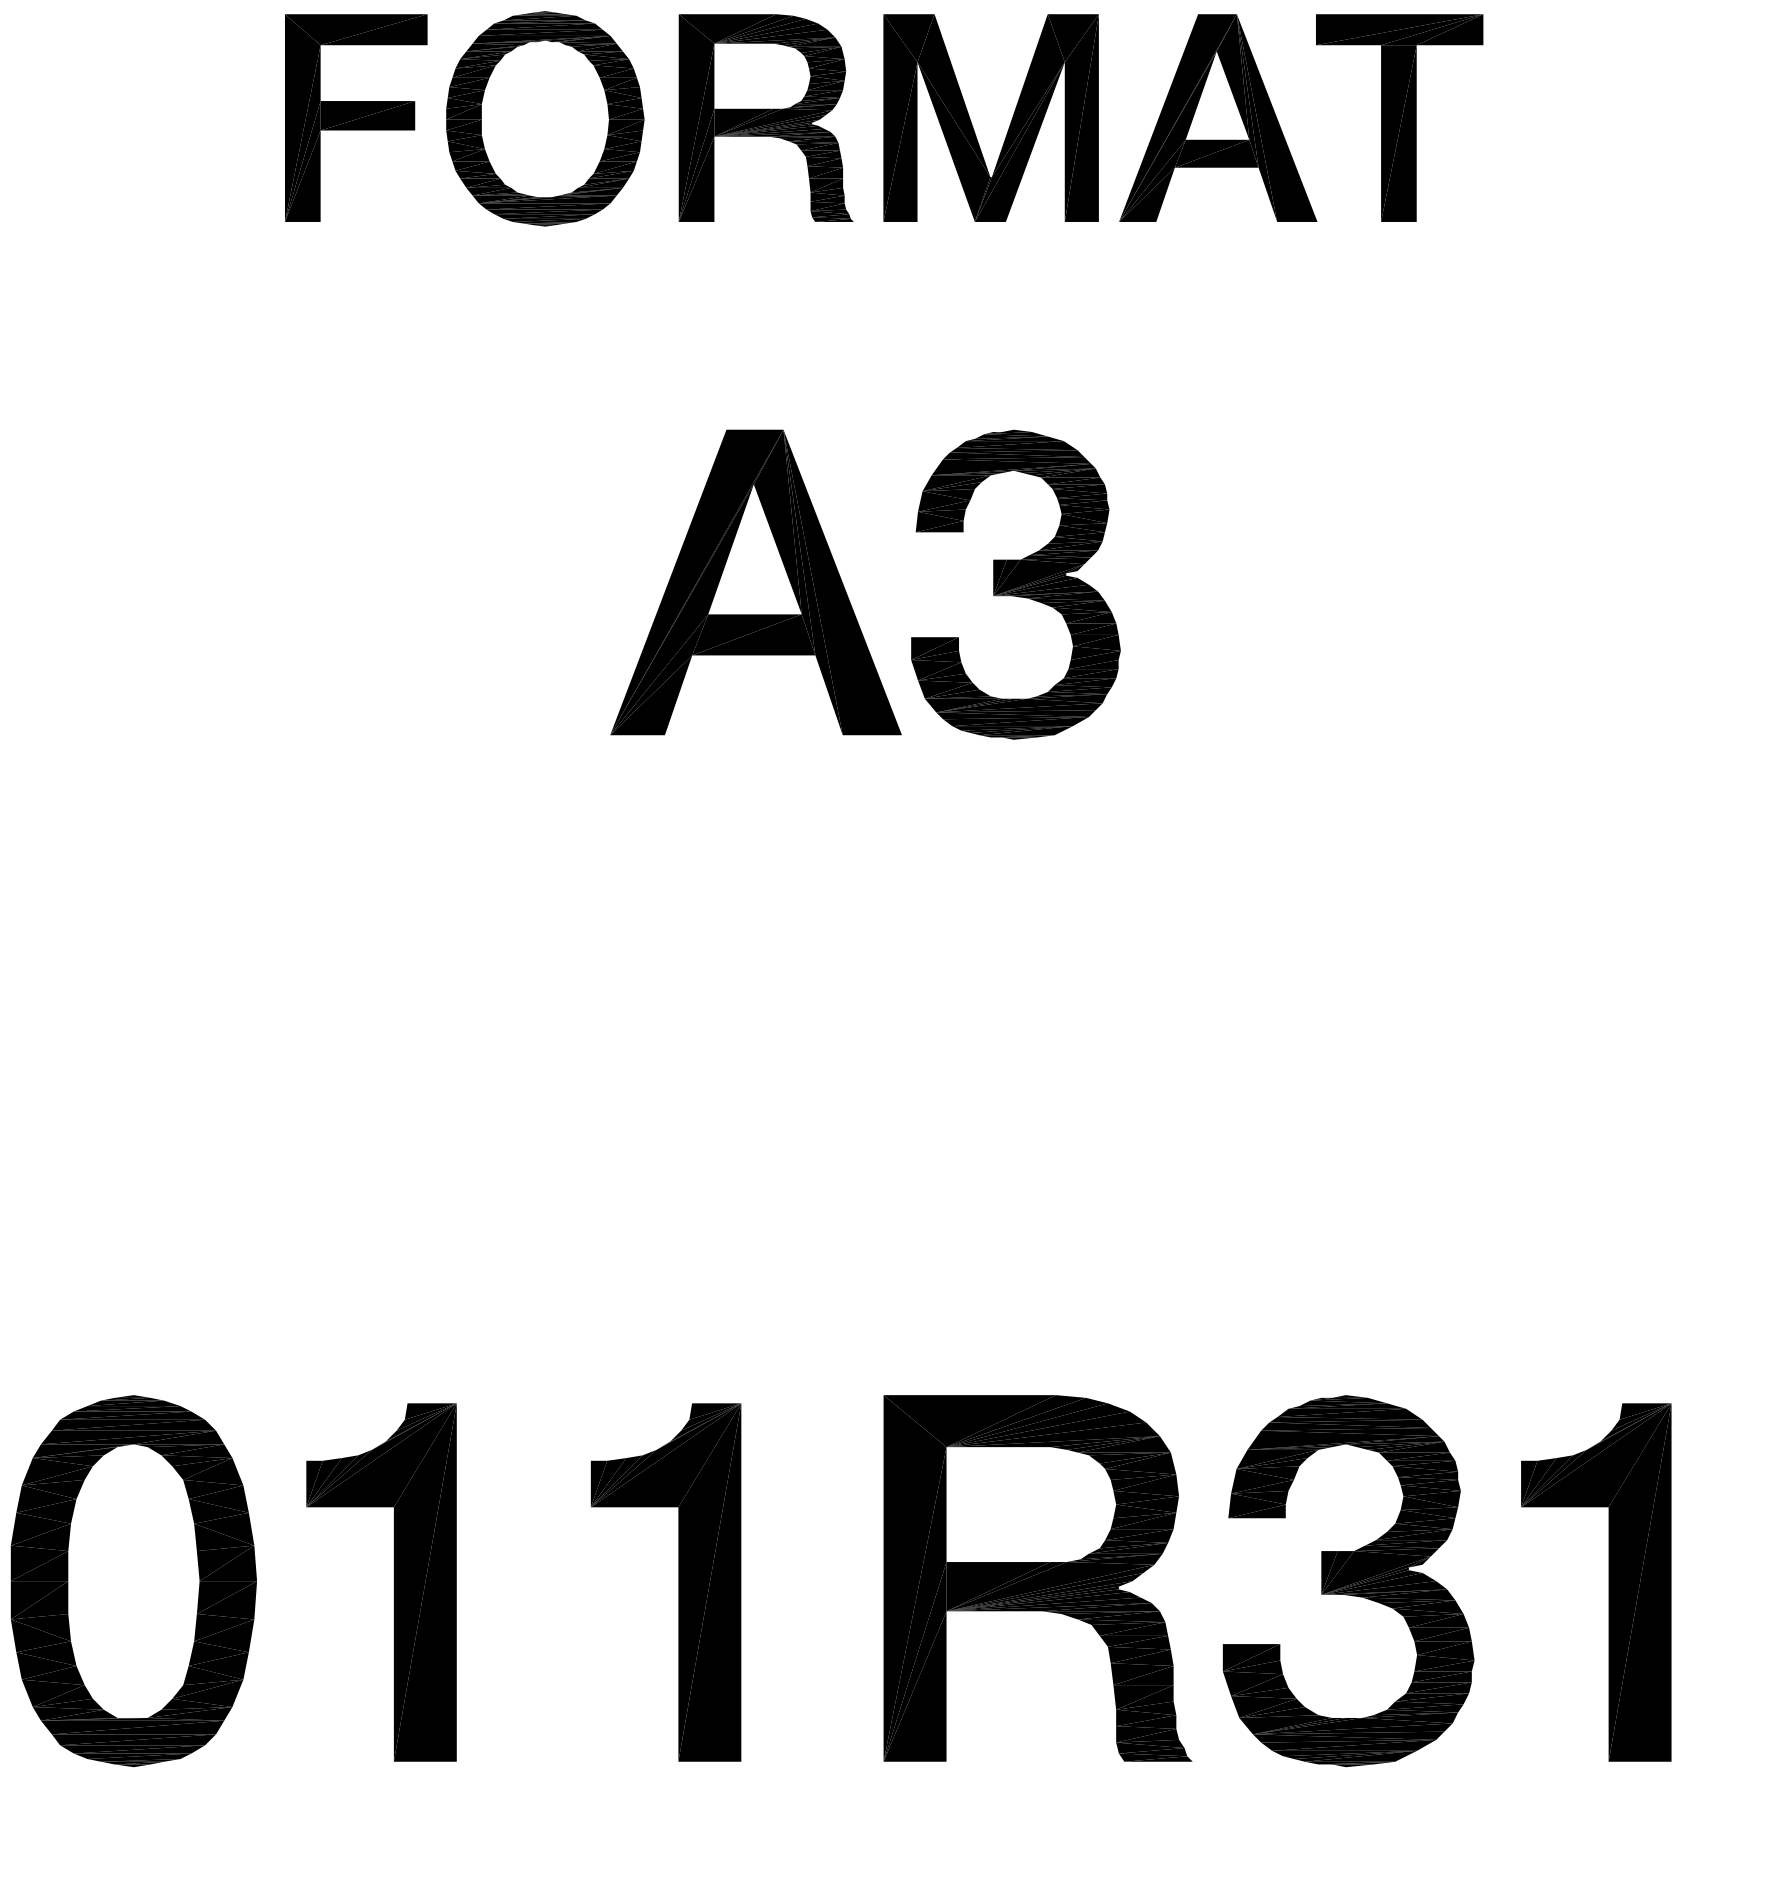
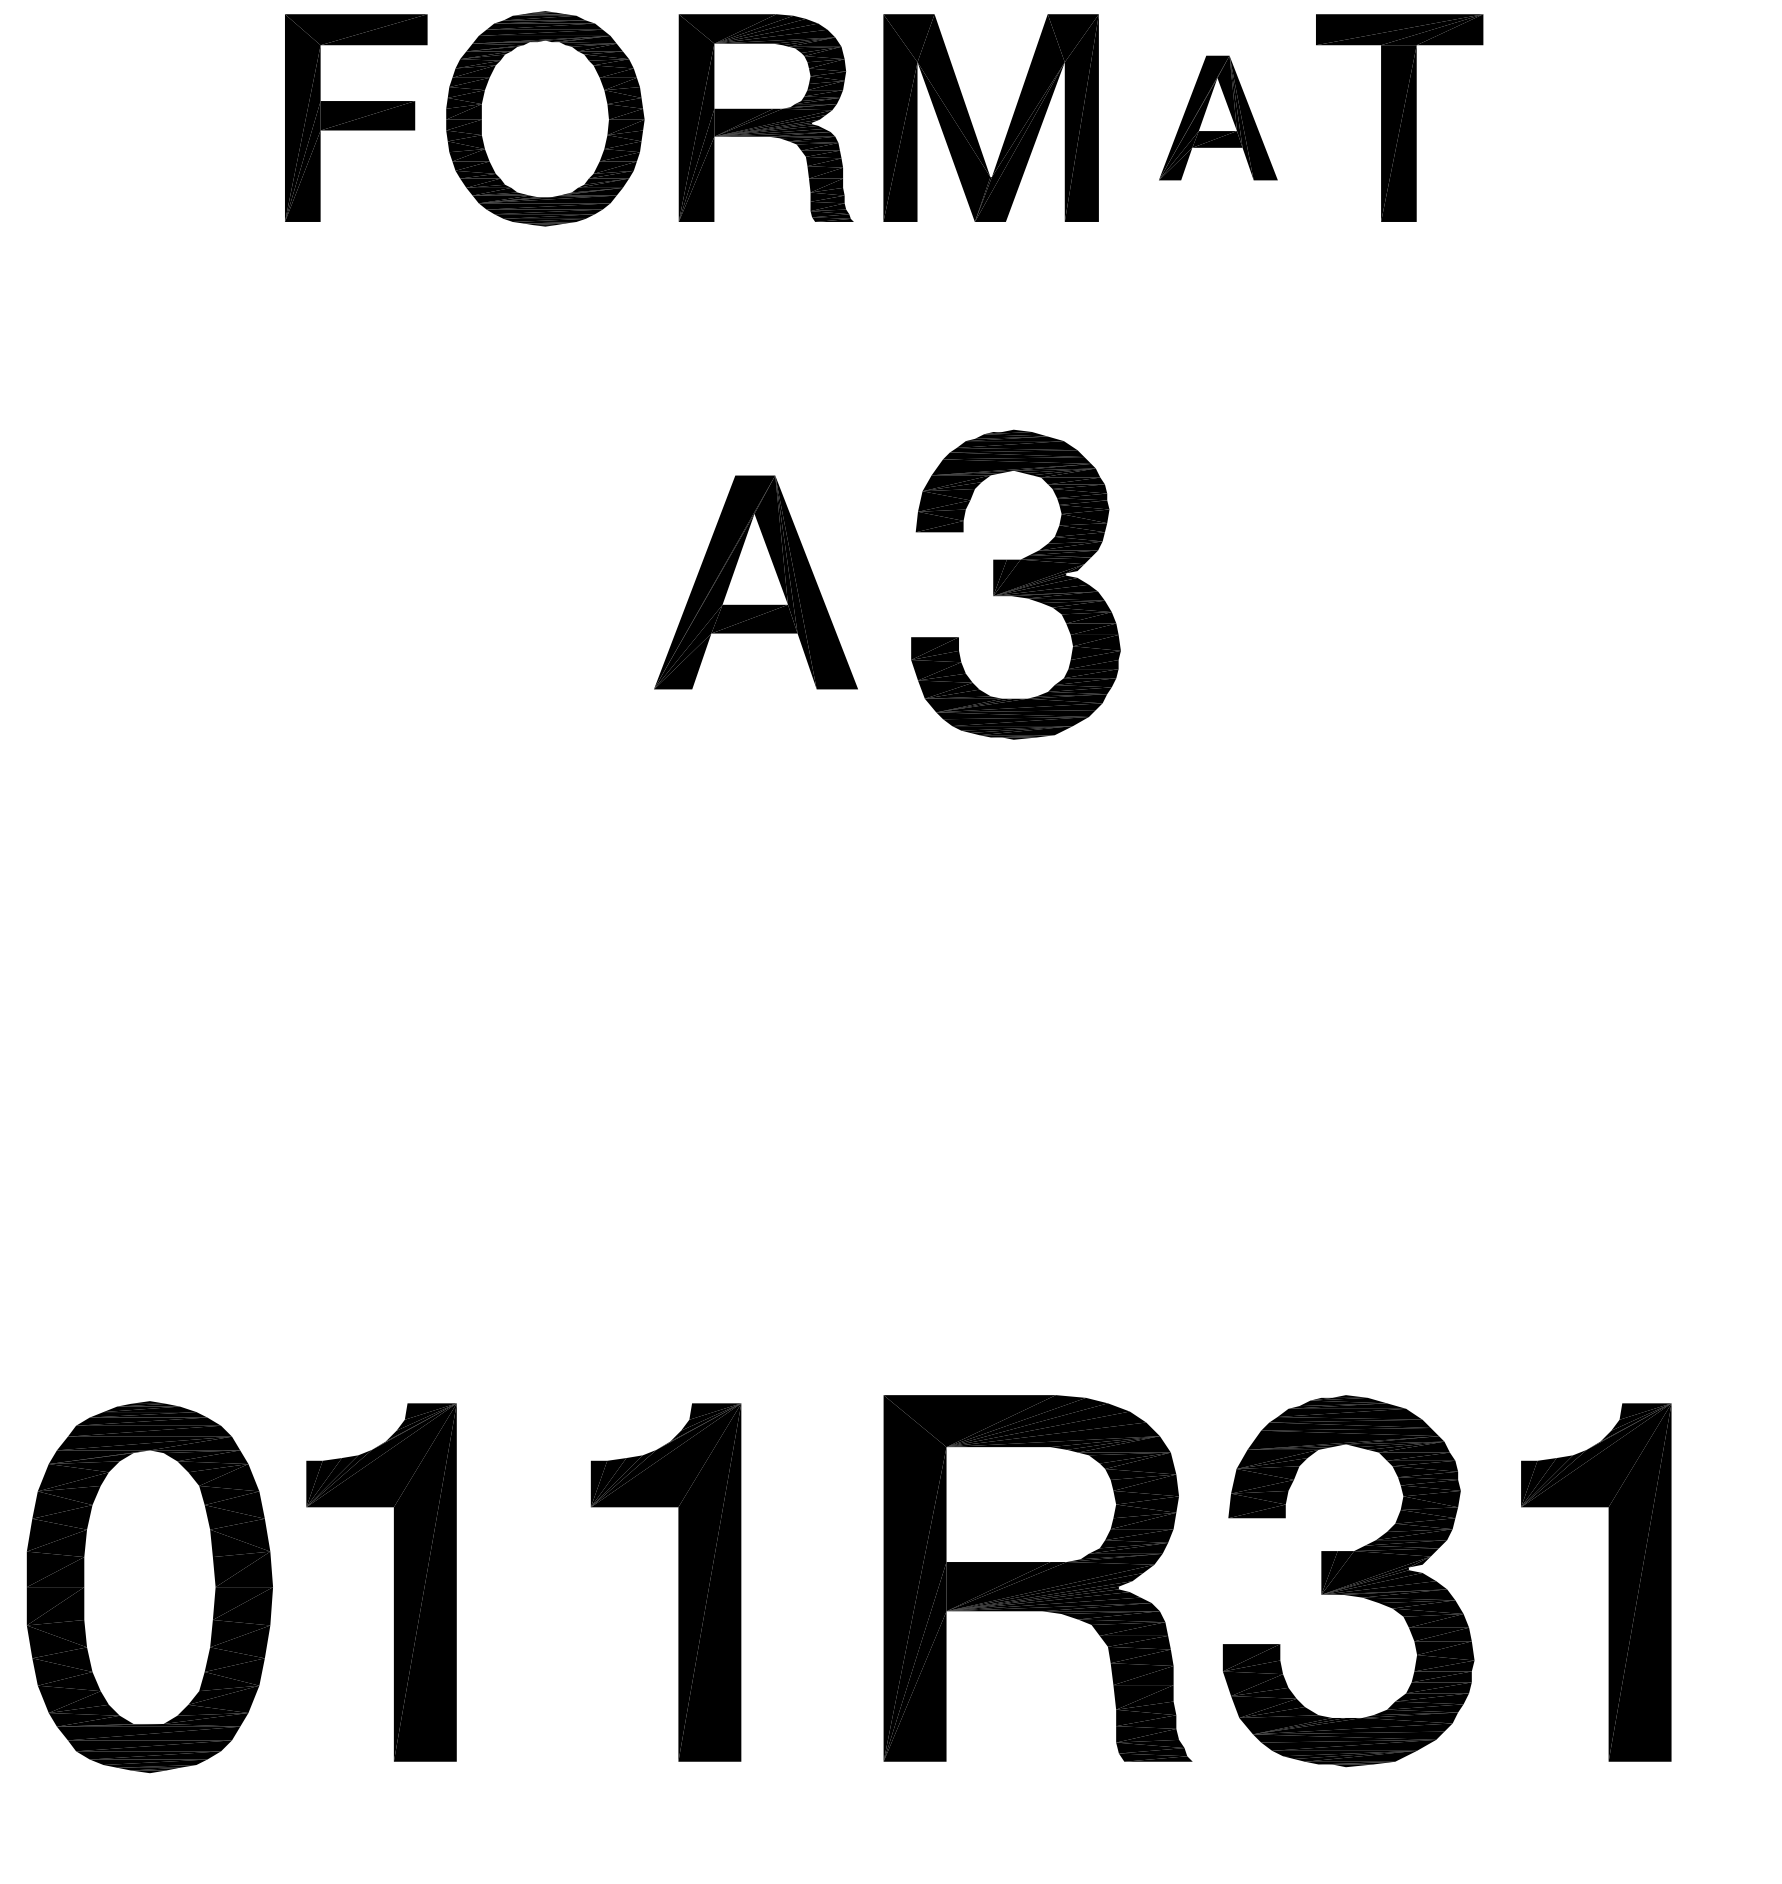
part at (1218, 117) size: 199x208 px -> 119x126 px
part at (755, 582) size: 292x307 px -> 204x215 px
part at (133, 1581) position: (133, 1581) -> (149, 1587)
